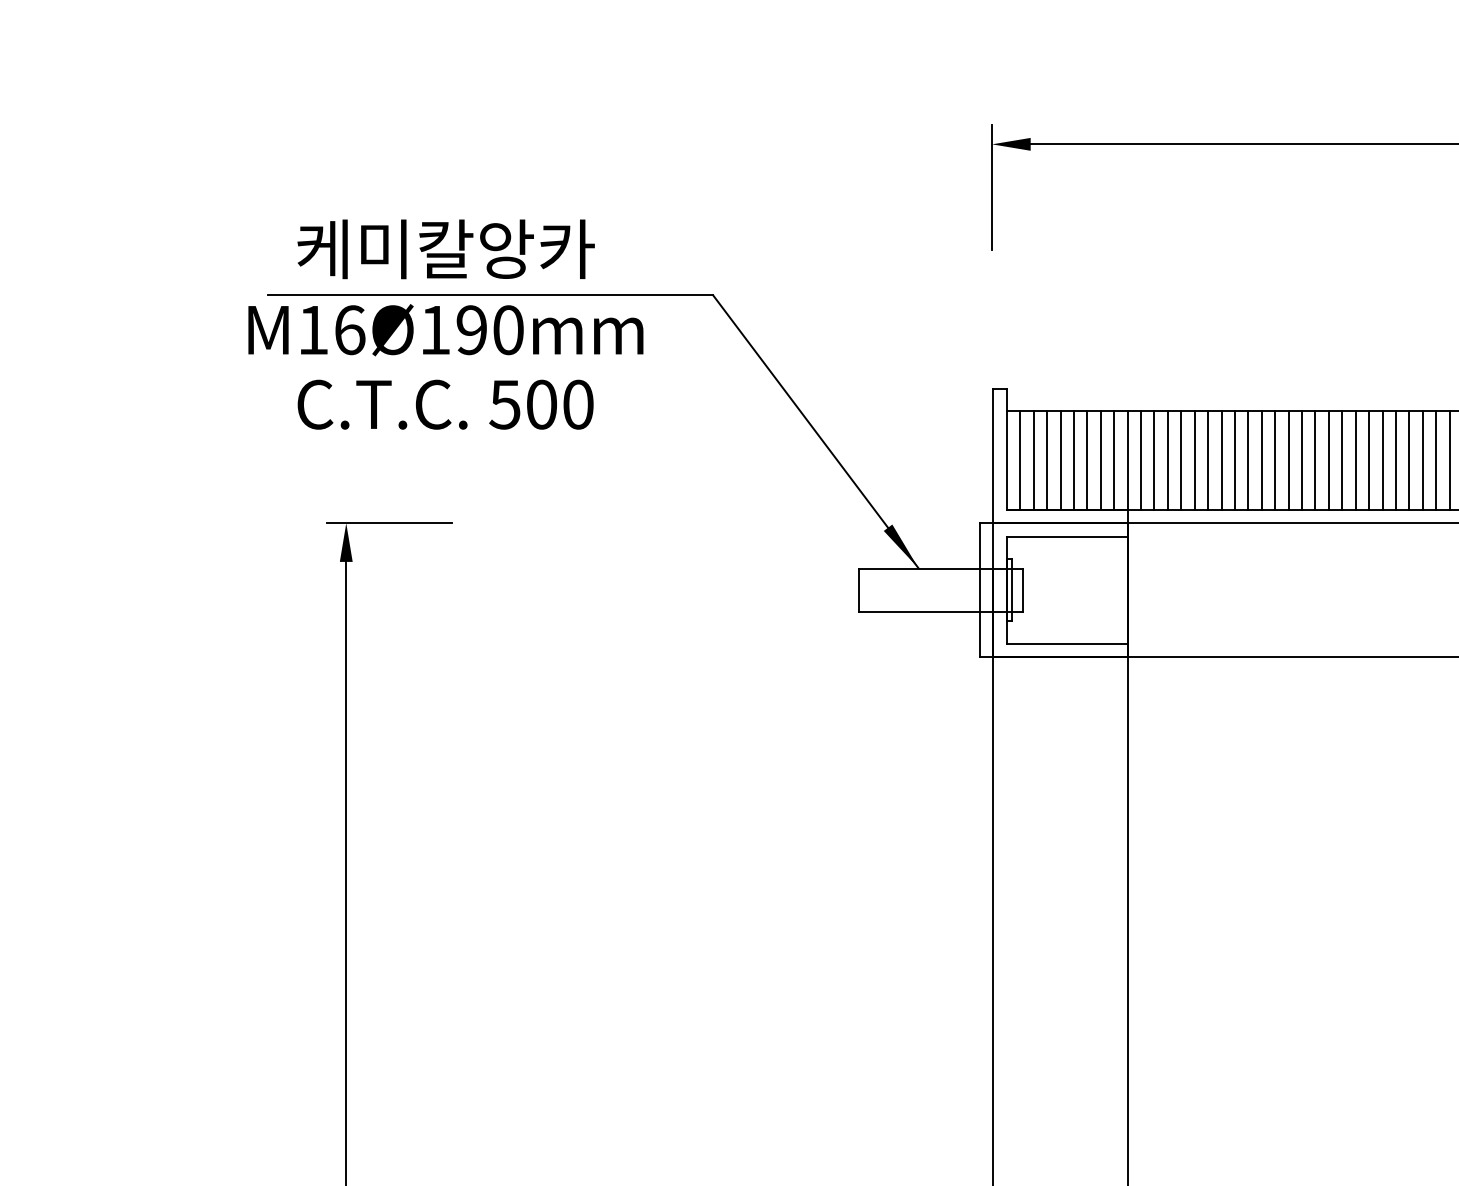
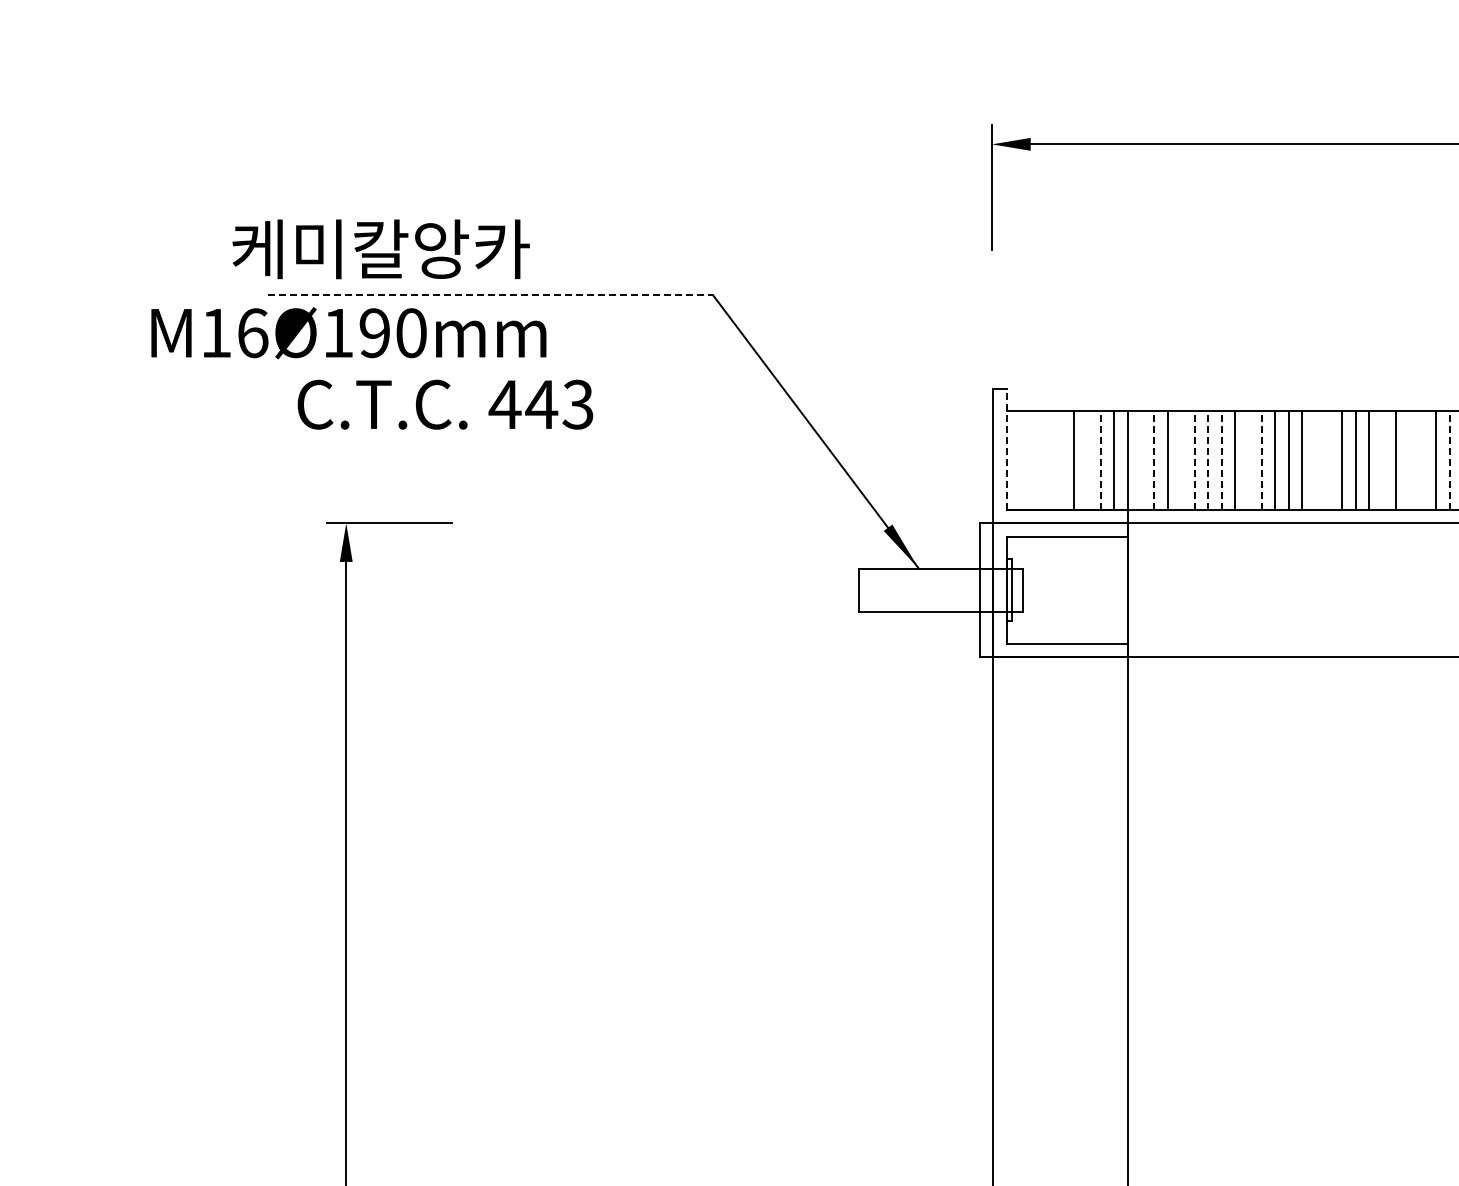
text at (445, 249) position: (445, 249) -> (380, 249)
line at (490, 295): solid -> dashed
text at (445, 330) position: (445, 330) -> (348, 333)
text at (540, 404): 500 -> 443
line at (1006, 448): solid -> dashed
line at (1020, 460): present -> none
line at (1033, 460): present -> none
line at (1047, 460): present -> none
line at (1060, 460): present -> none
line at (1087, 460): present -> none
line at (1100, 460): solid -> dashed
line at (1141, 460): present -> none
line at (1154, 460): solid -> dashed
line at (1181, 460): present -> none
line at (1194, 460): solid -> dashed
line at (1208, 460): solid -> dashed
line at (1221, 460): solid -> dashed
line at (1248, 460): present -> none
line at (1261, 460): solid -> dashed
line at (1315, 460): present -> none
line at (1328, 460): present -> none
line at (1382, 460): present -> none
line at (1409, 460): present -> none
line at (1422, 460): present -> none
line at (1449, 460): solid -> dashed
